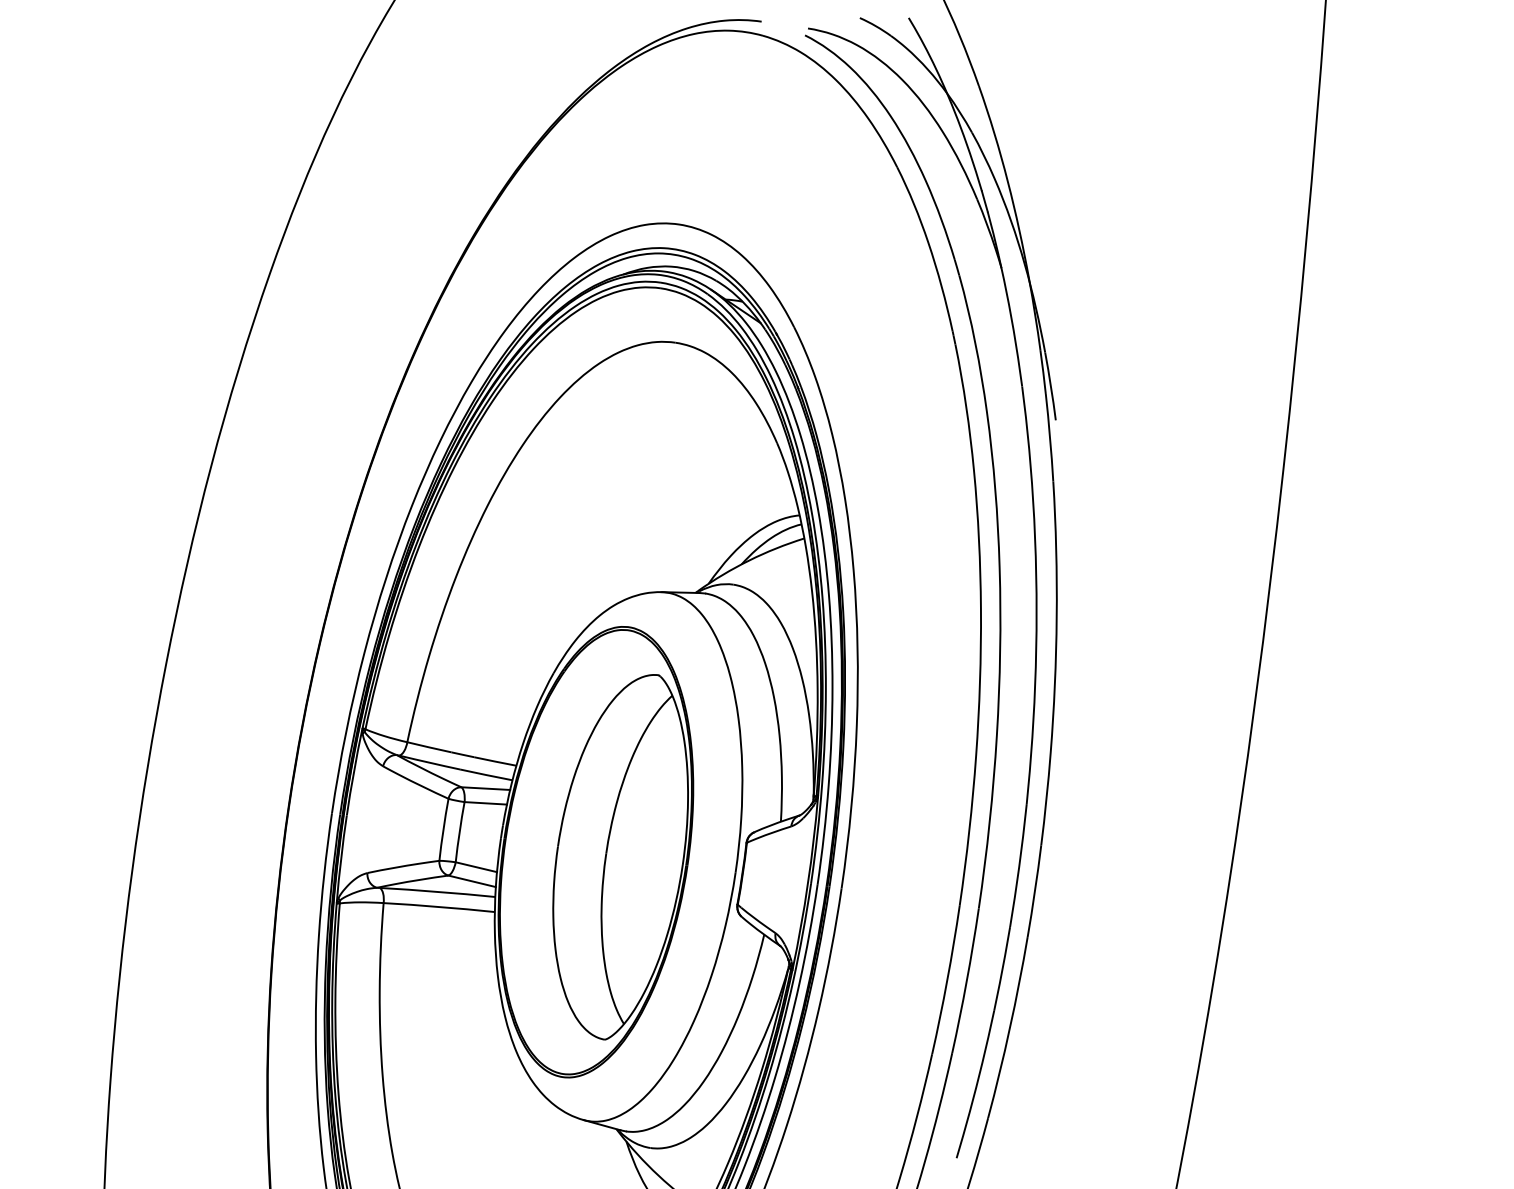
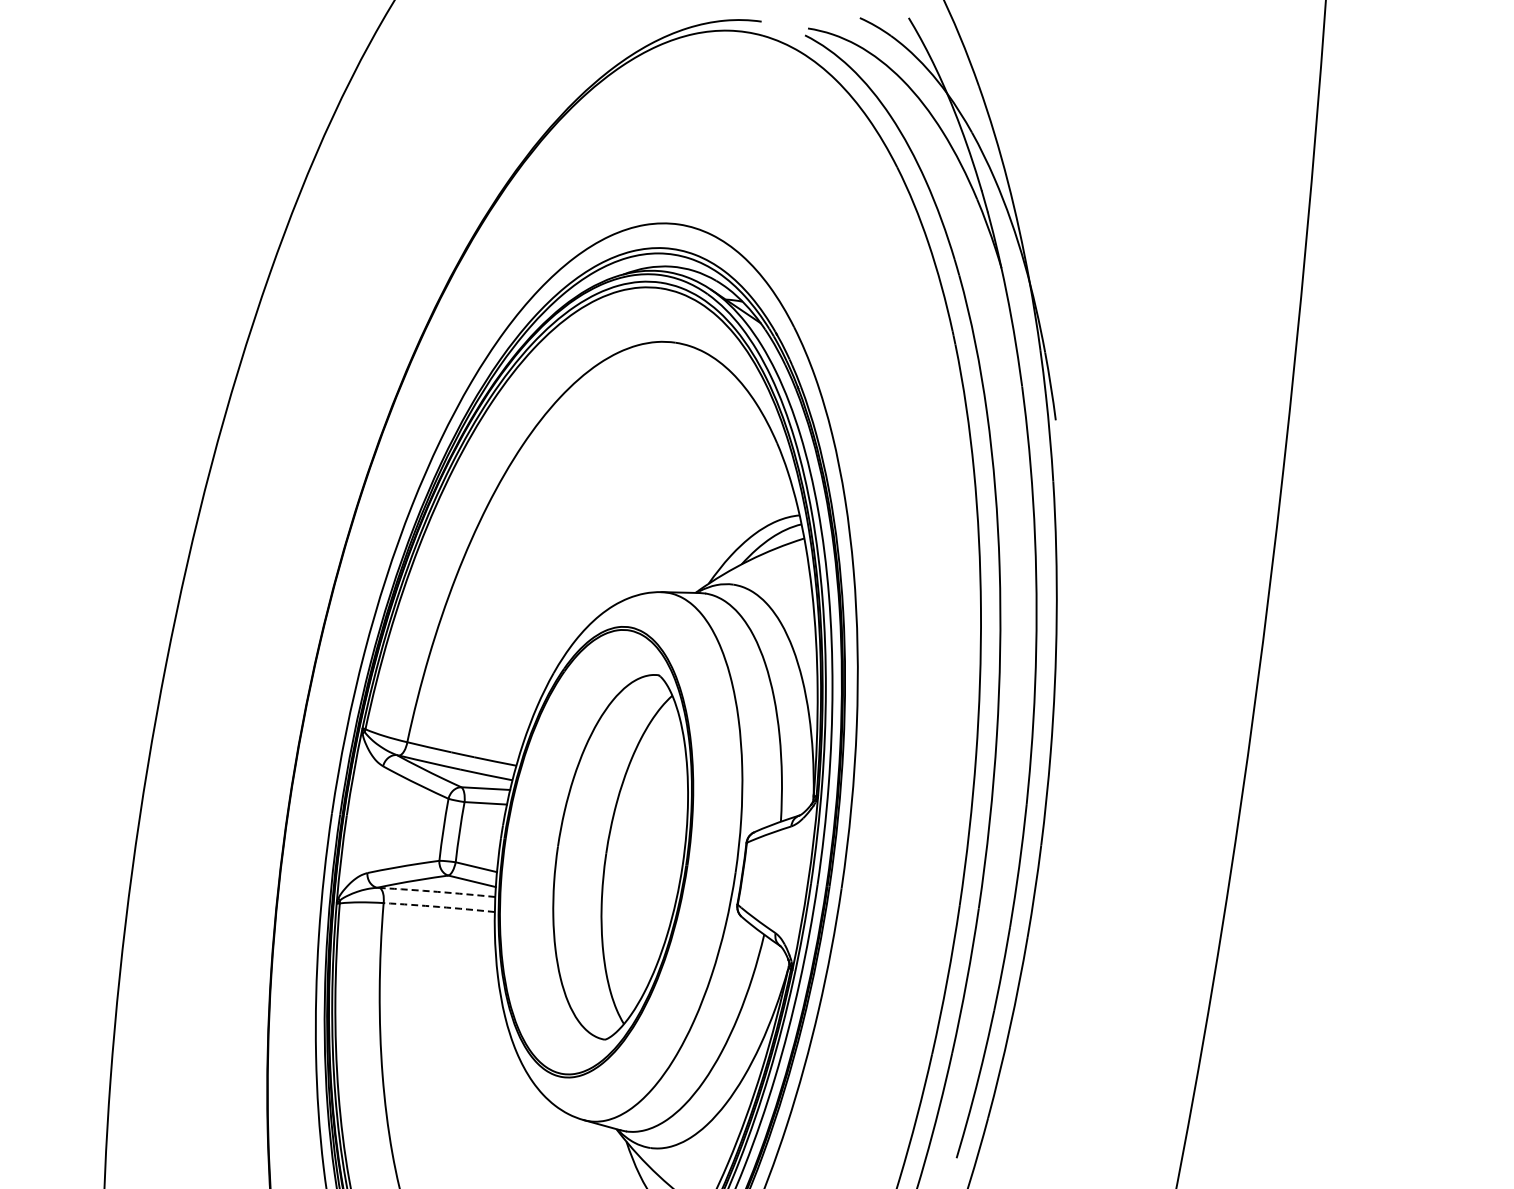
arc at (437, 891): solid -> dashed
arc at (439, 906): solid -> dashed
